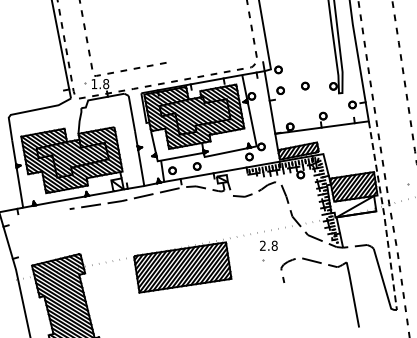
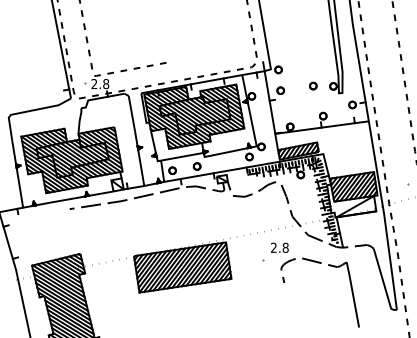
text at (94, 83): 1.8 -> 2.8
part at (305, 85) position: (305, 85) -> (313, 85)
line at (384, 215): dashed -> solid
text at (268, 245) position: (268, 245) -> (279, 247)
